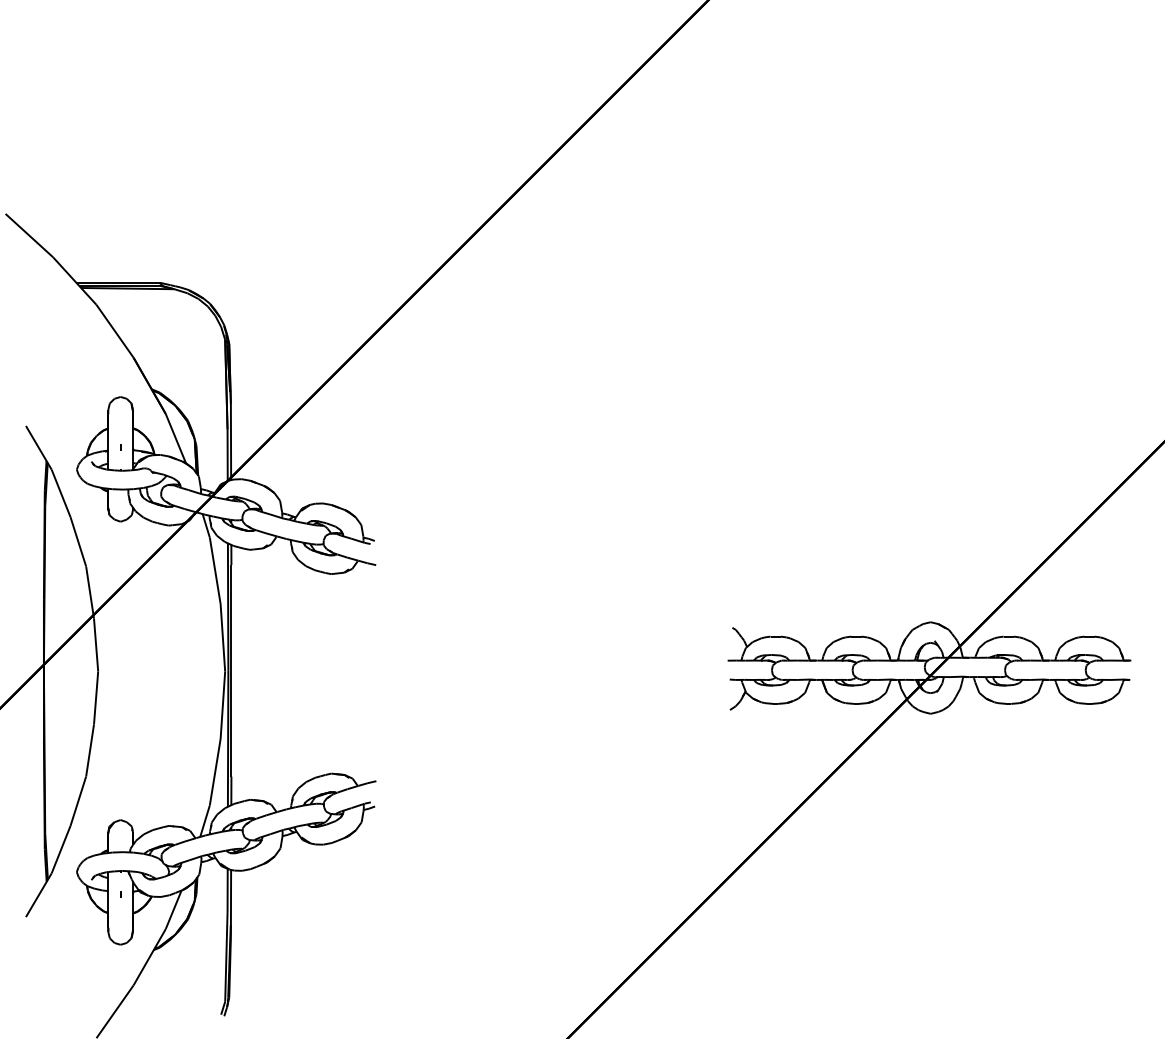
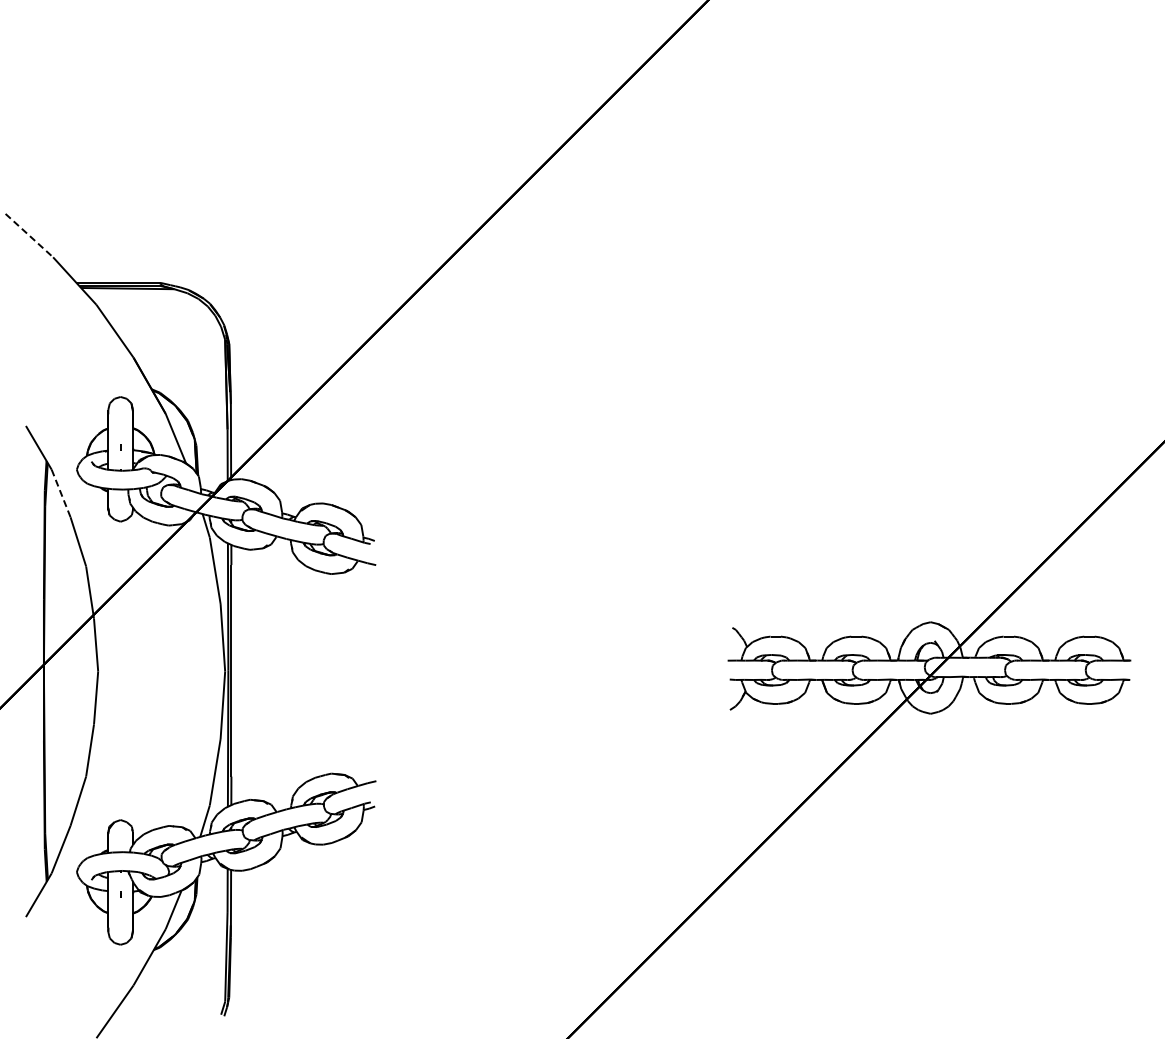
line at (29, 235): solid -> dashed
line at (61, 493): solid -> dashed
